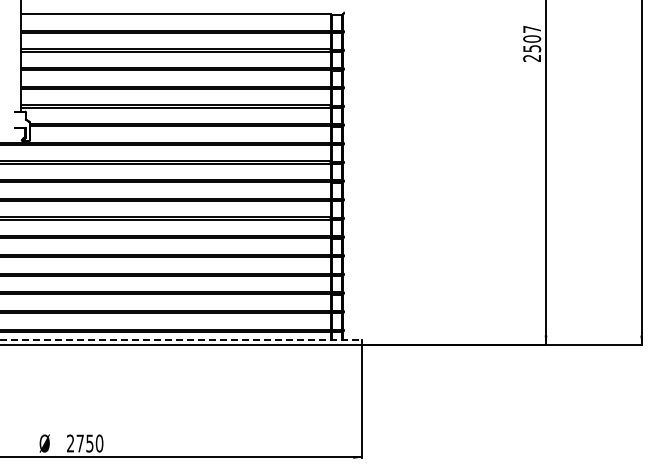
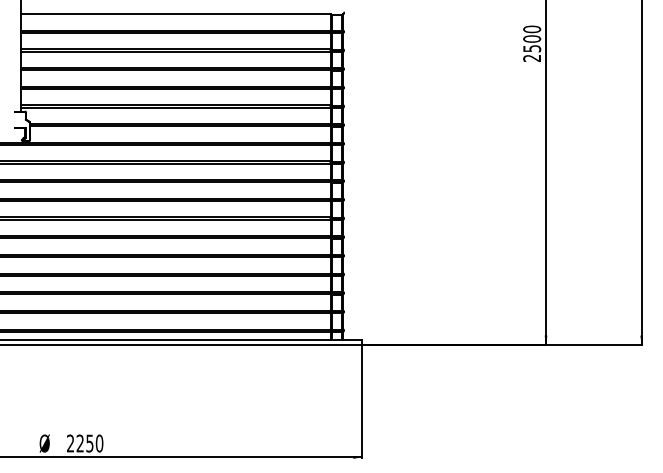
text at (532, 29): 2507 -> 2500
line at (181, 339): dashed -> solid
text at (79, 443): 2750 -> 2250
